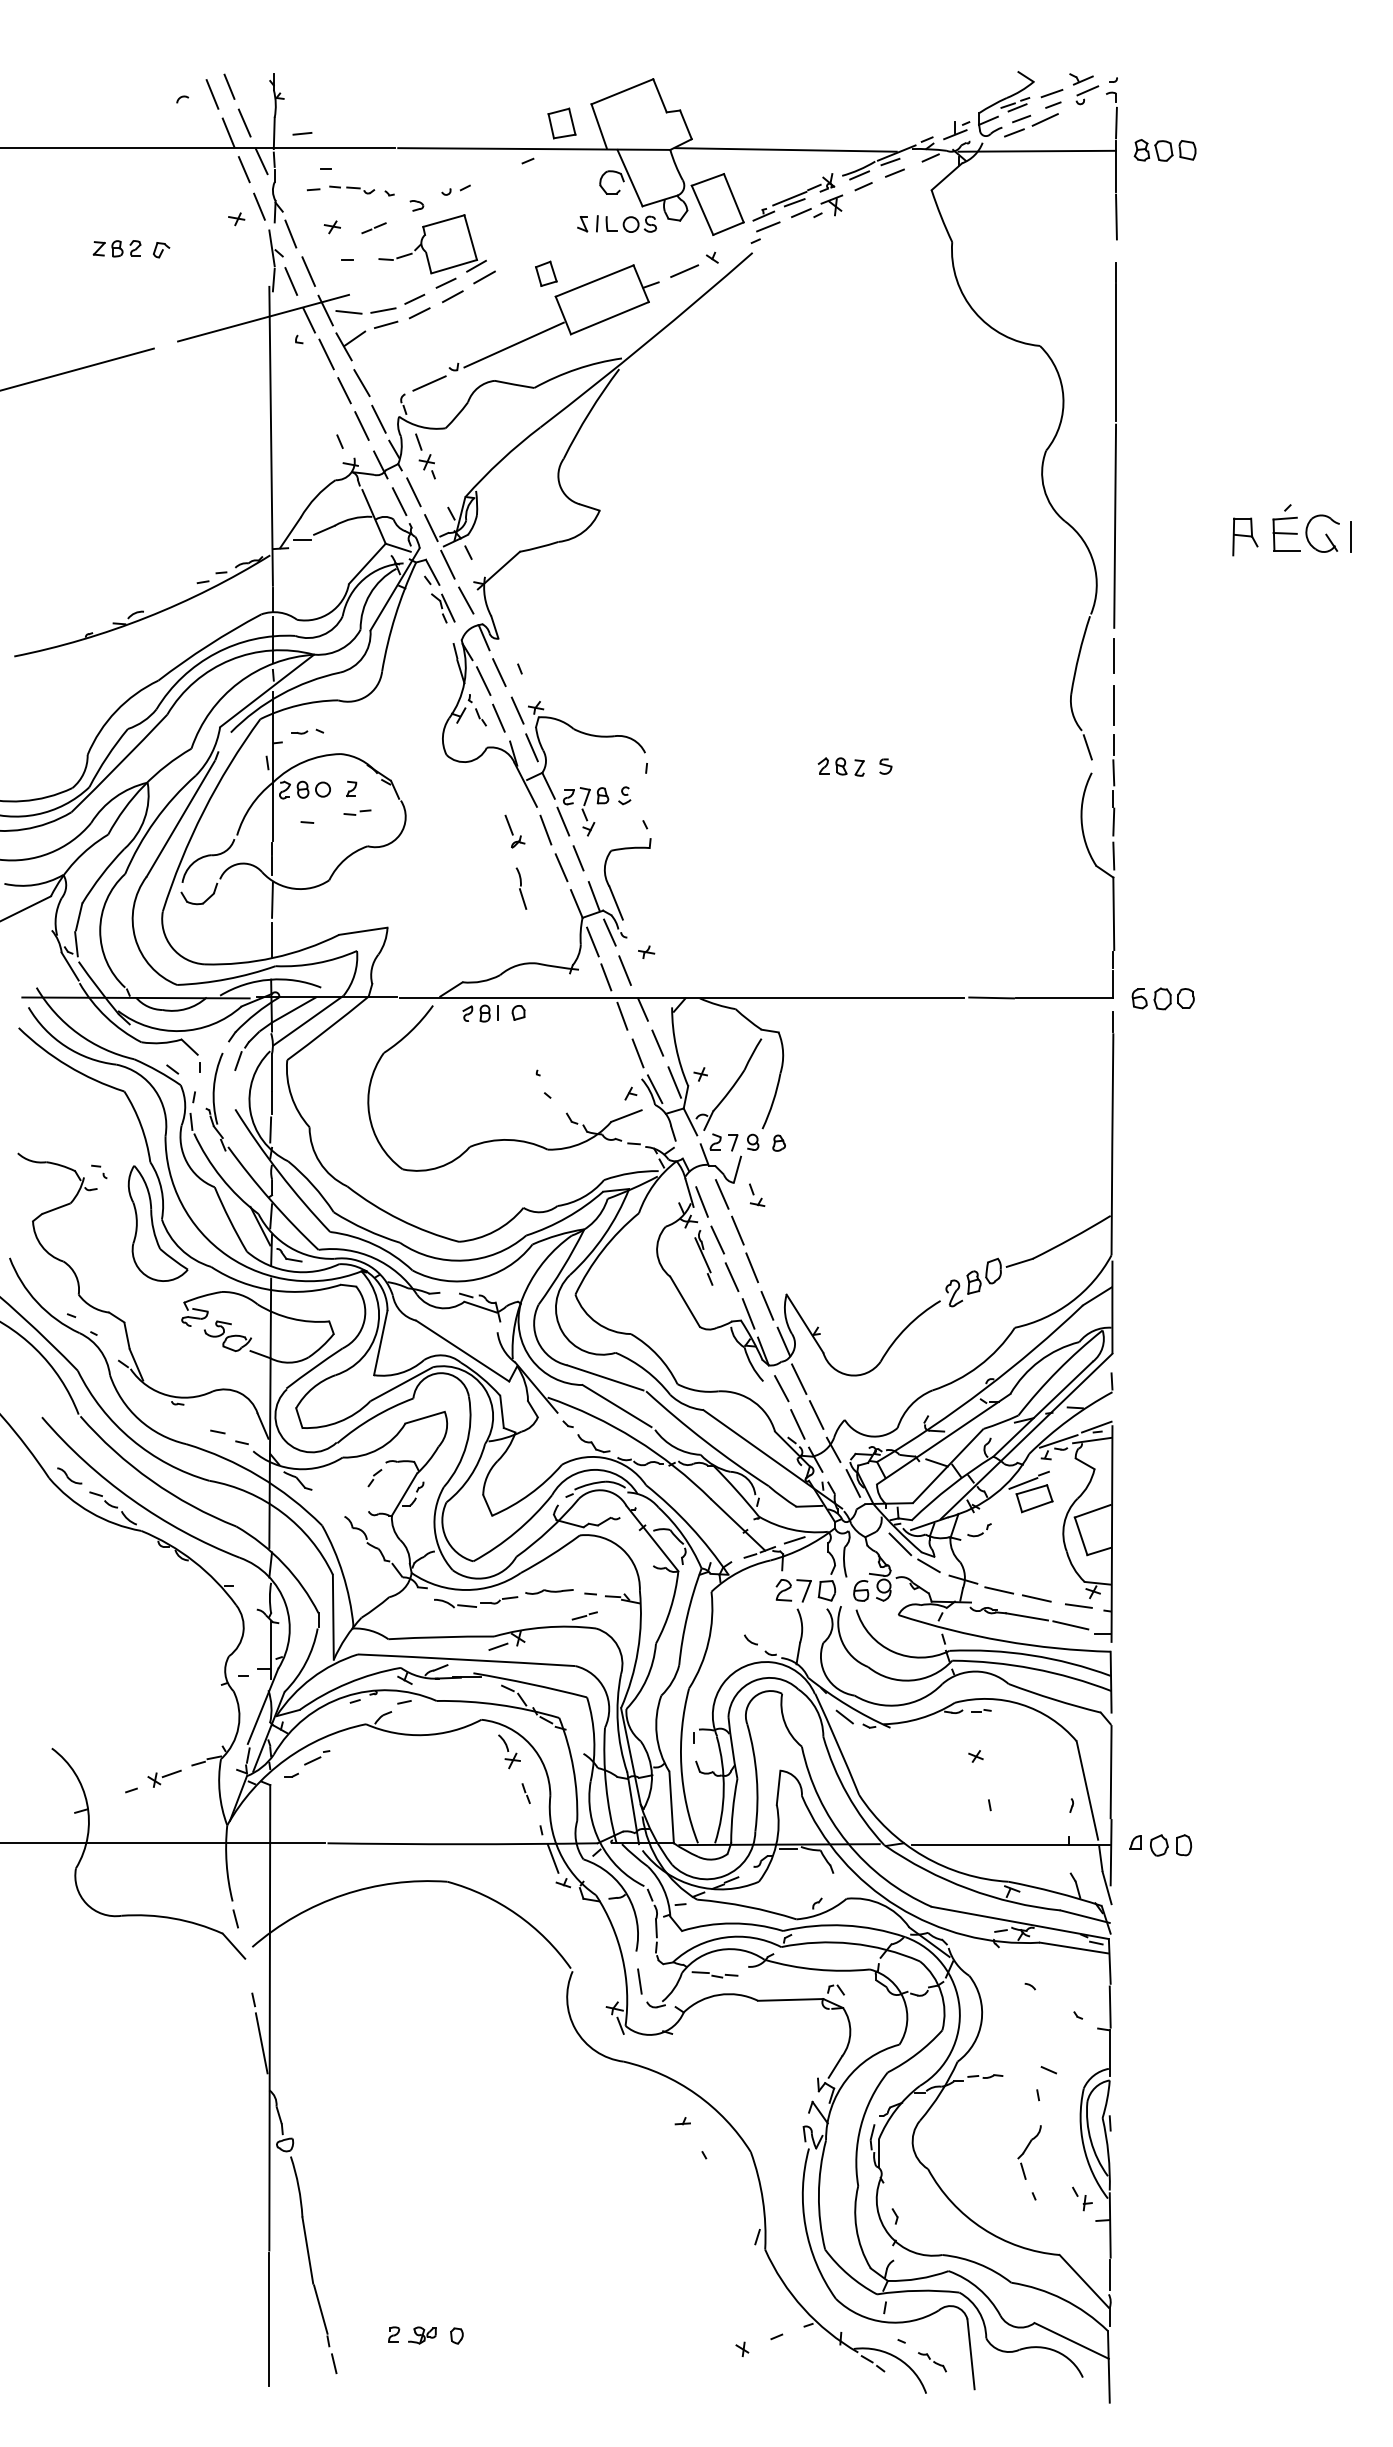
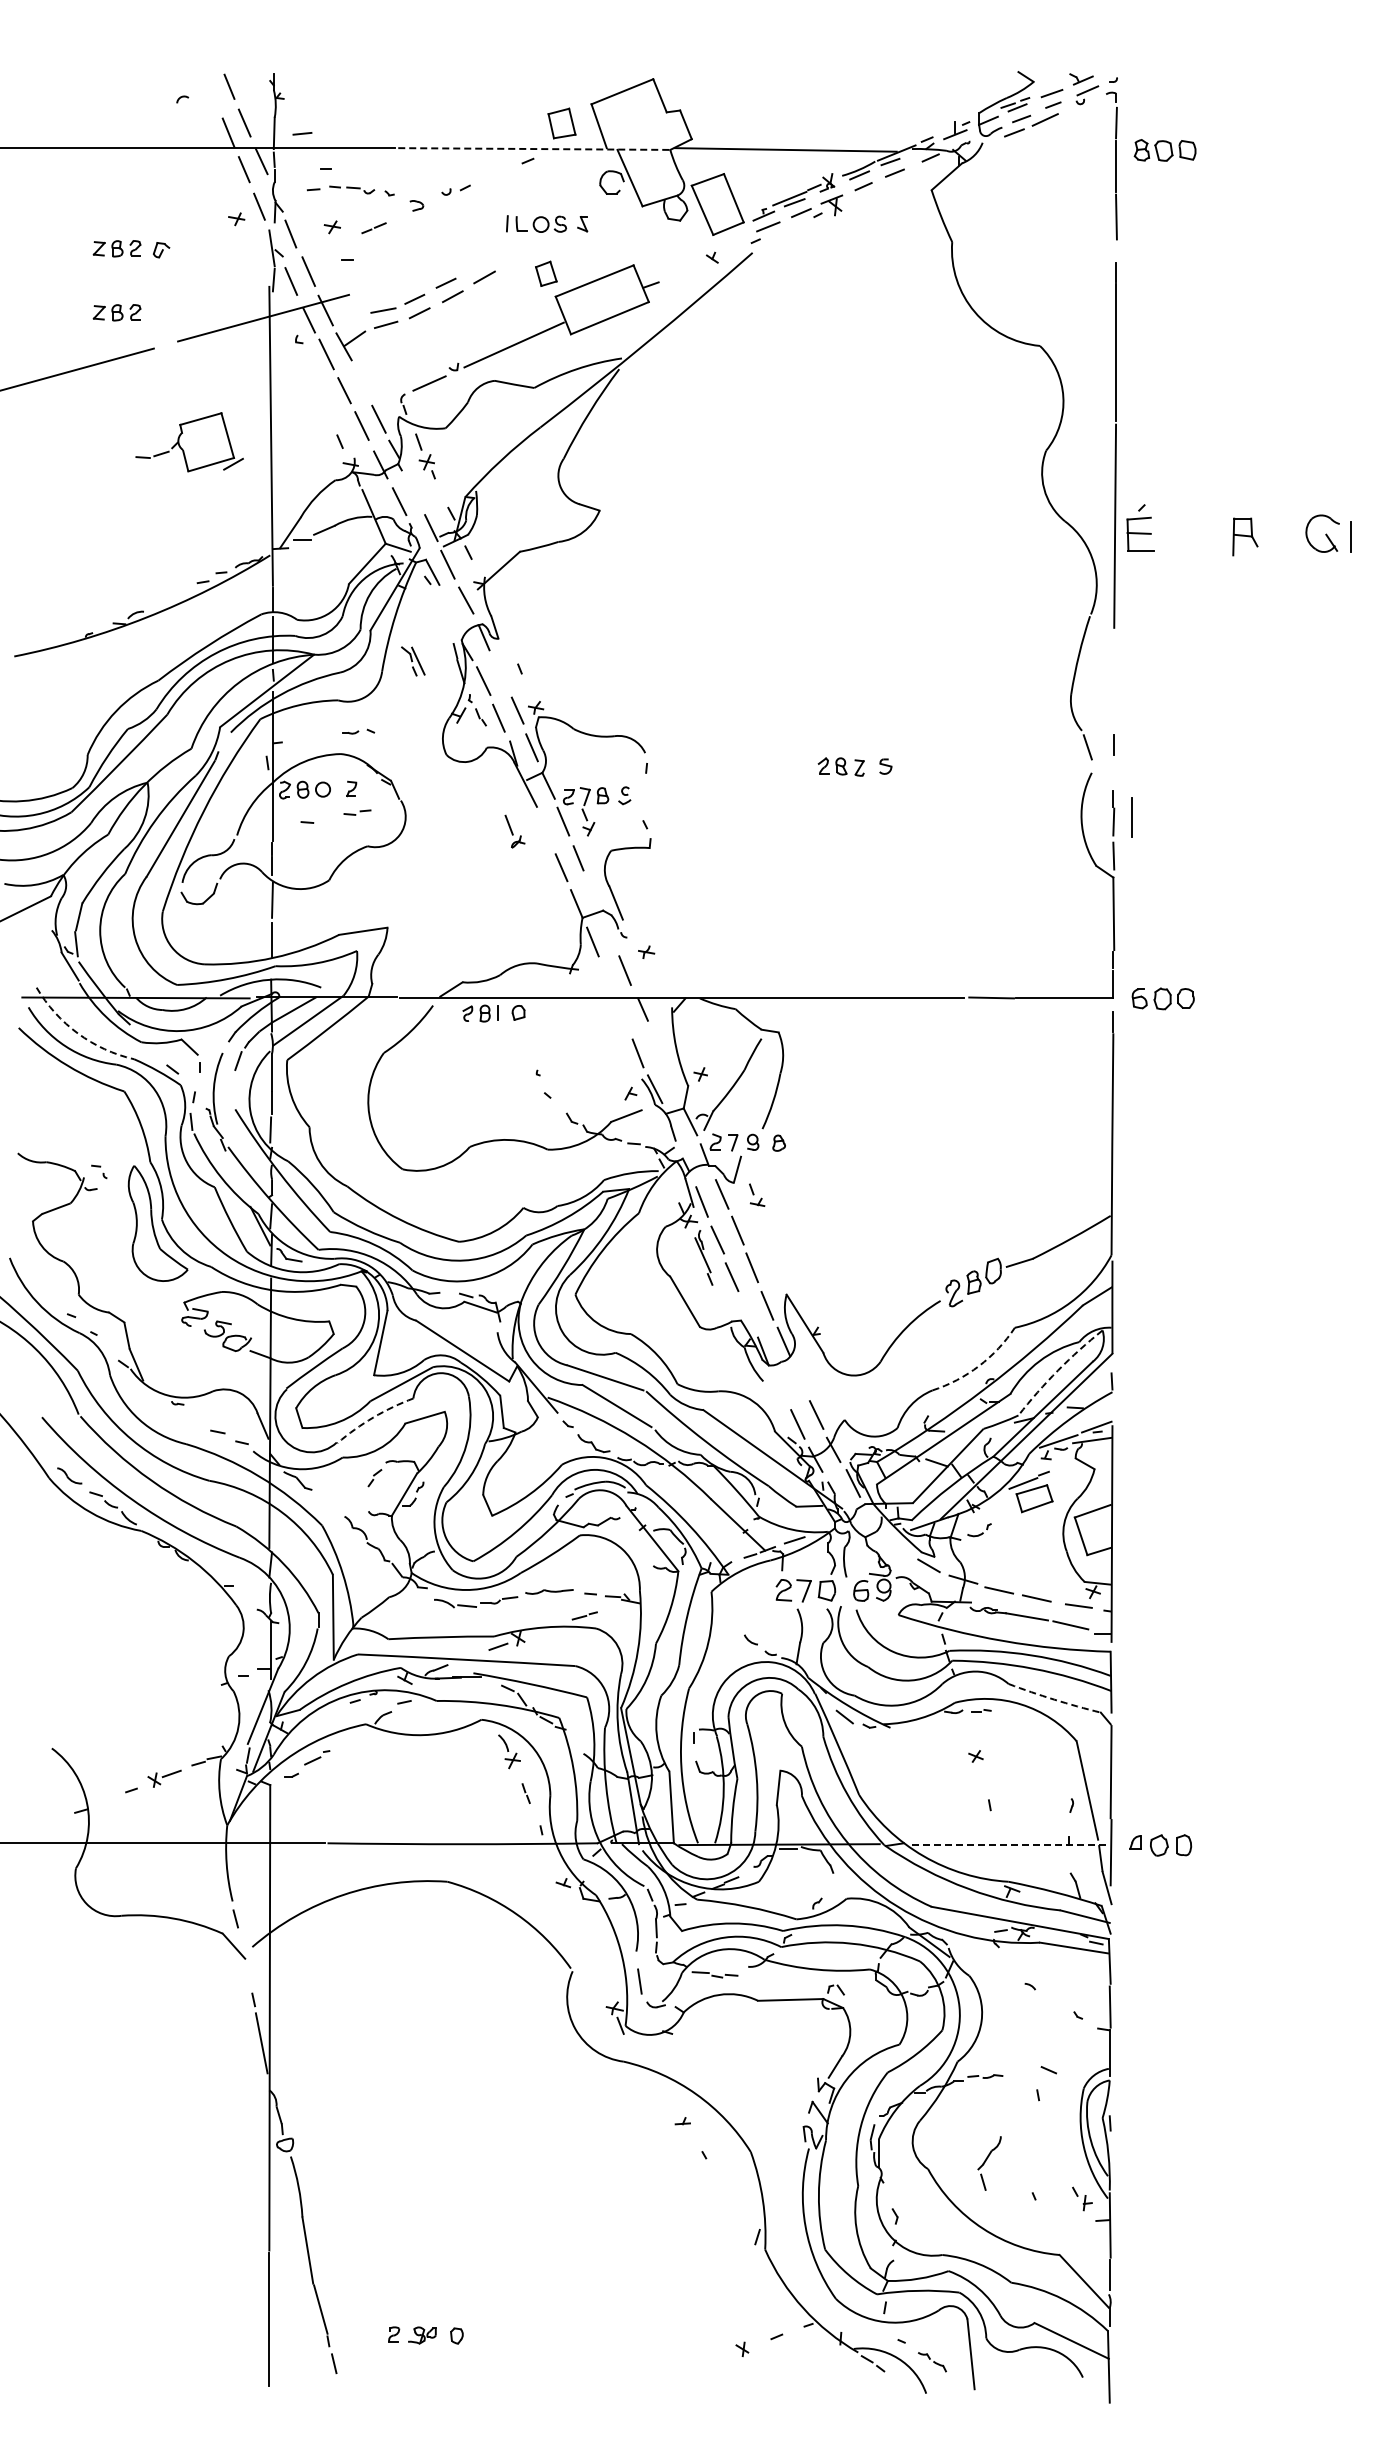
line at (212, 94): present -> none
line at (534, 149): solid -> dashed
line at (1037, 150): present -> none
part at (626, 223) position: (626, 223) -> (536, 223)
part at (432, 244) position: (432, 244) -> (189, 442)
line at (684, 270): present -> none
part at (116, 312): none -> present
line at (348, 312): present -> none
line at (361, 383): present -> none
line at (413, 492): present -> none
part at (1286, 527) position: (1286, 527) -> (1140, 527)
part at (443, 608) position: (443, 608) -> (413, 661)
line at (1114, 655): present -> none
line at (499, 672): present -> none
line at (1113, 705) position: (1113, 705) -> (1131, 817)
part at (307, 731) position: (307, 731) -> (358, 731)
line at (1113, 772): present -> none
line at (545, 829): present -> none
part at (521, 888): present -> none
line at (593, 896): present -> none
line at (609, 932): present -> none
line at (606, 977): present -> none
line at (622, 1015): present -> none
arc at (78, 1033): solid -> dashed
line at (657, 1042): present -> none
line at (674, 1082): present -> none
line at (748, 1313): present -> none
arc at (979, 1366): solid -> dashed
arc at (1058, 1370): solid -> dashed
line at (799, 1378): present -> none
line at (781, 1388): present -> none
arc at (373, 1417): solid -> dashed
line at (900, 1544): present -> none
arc at (1054, 1699): solid -> dashed
line at (1010, 1845): solid -> dashed
line at (552, 1858): present -> none
part at (1029, 2152) position: (1029, 2152) -> (989, 2163)
